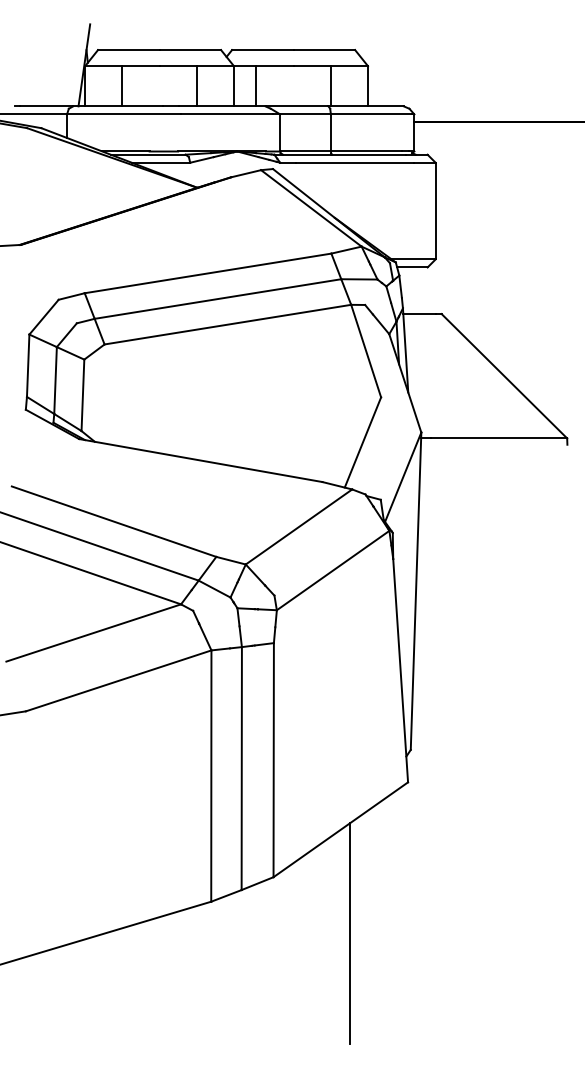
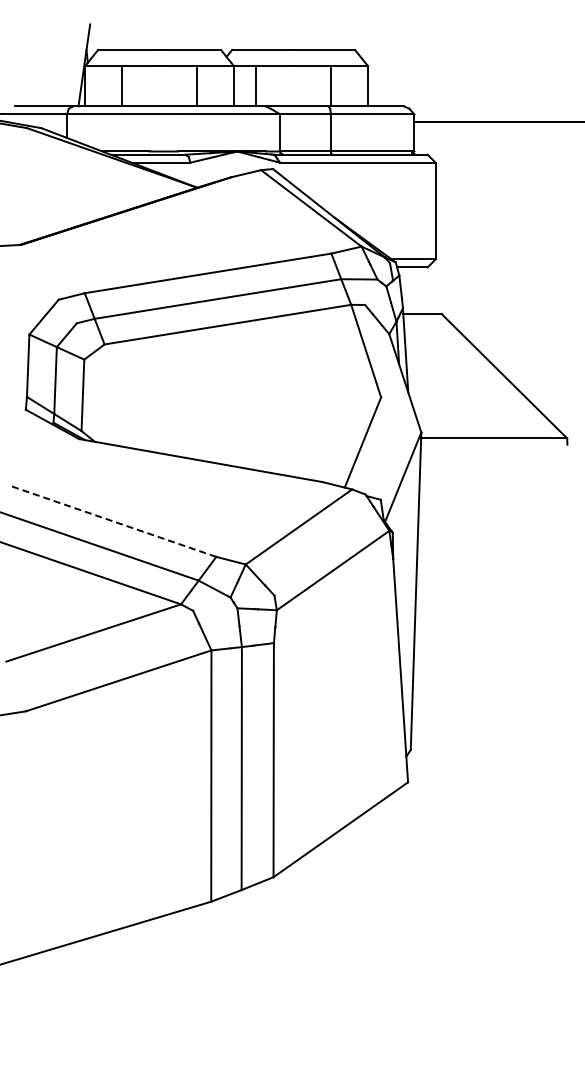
line at (113, 521): solid -> dashed
line at (350, 933): present -> none
